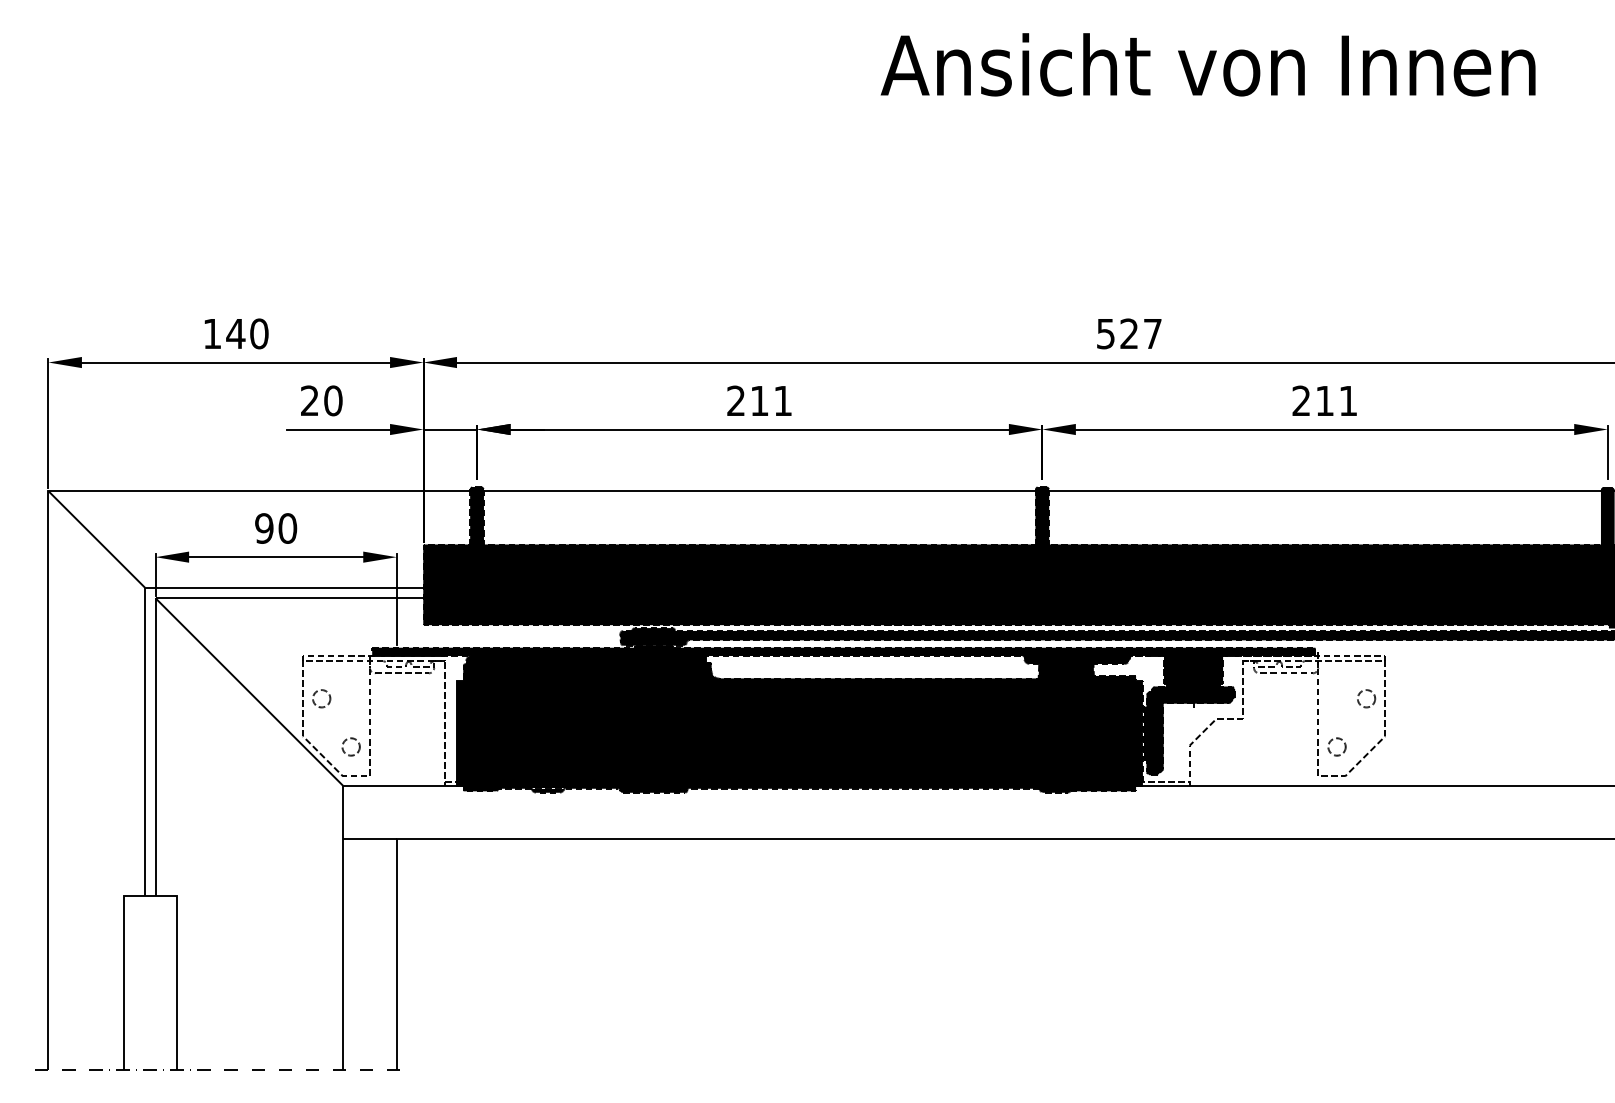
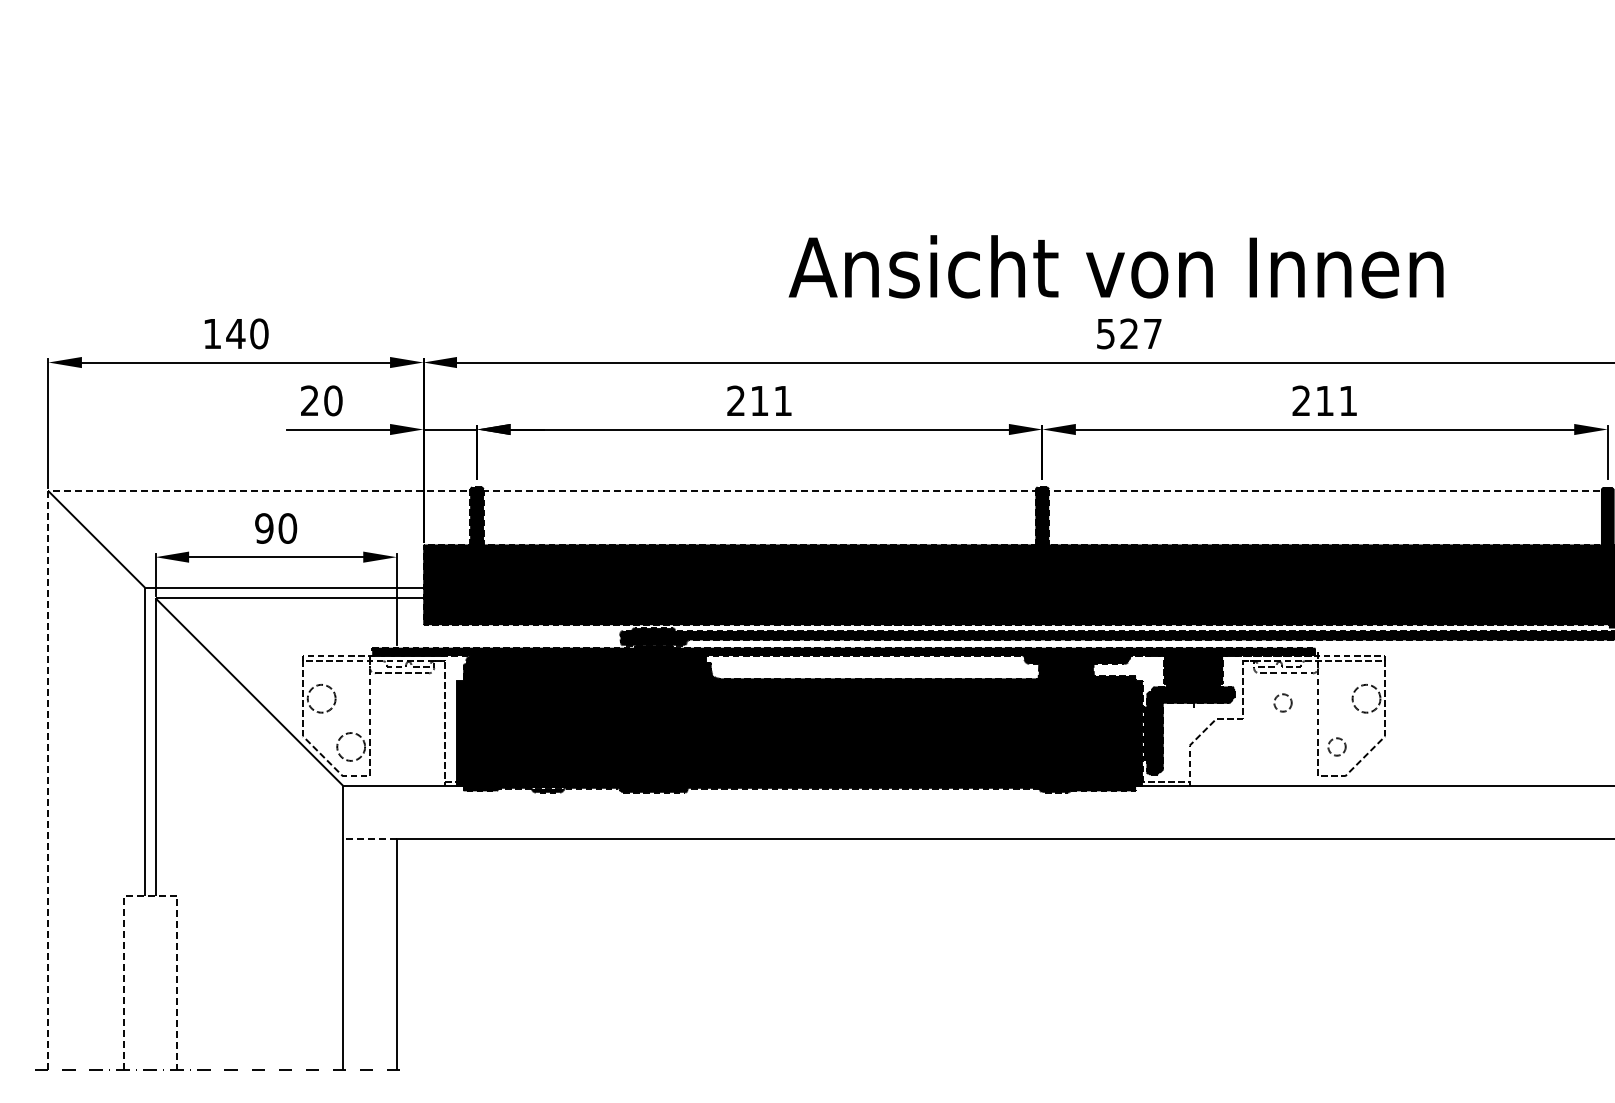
text at (1207, 64) position: (1207, 64) -> (1115, 266)
line at (542, 491): solid -> dashed
circle at (321, 698) diameter: 17 px -> 28 px
circle at (1366, 698) diameter: 17 px -> 28 px
circle at (1282, 702): none -> present
circle at (350, 746) diameter: 17 px -> 28 px
line at (369, 839): solid -> dashed
line at (150, 895): solid -> dashed
